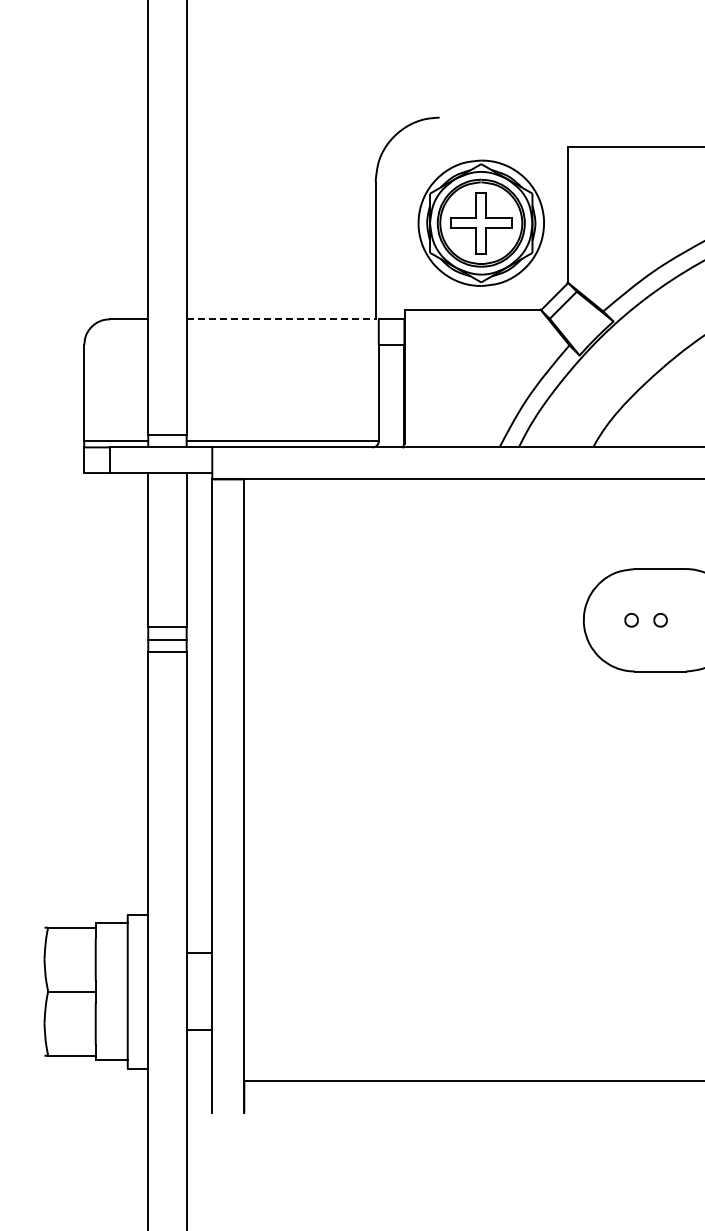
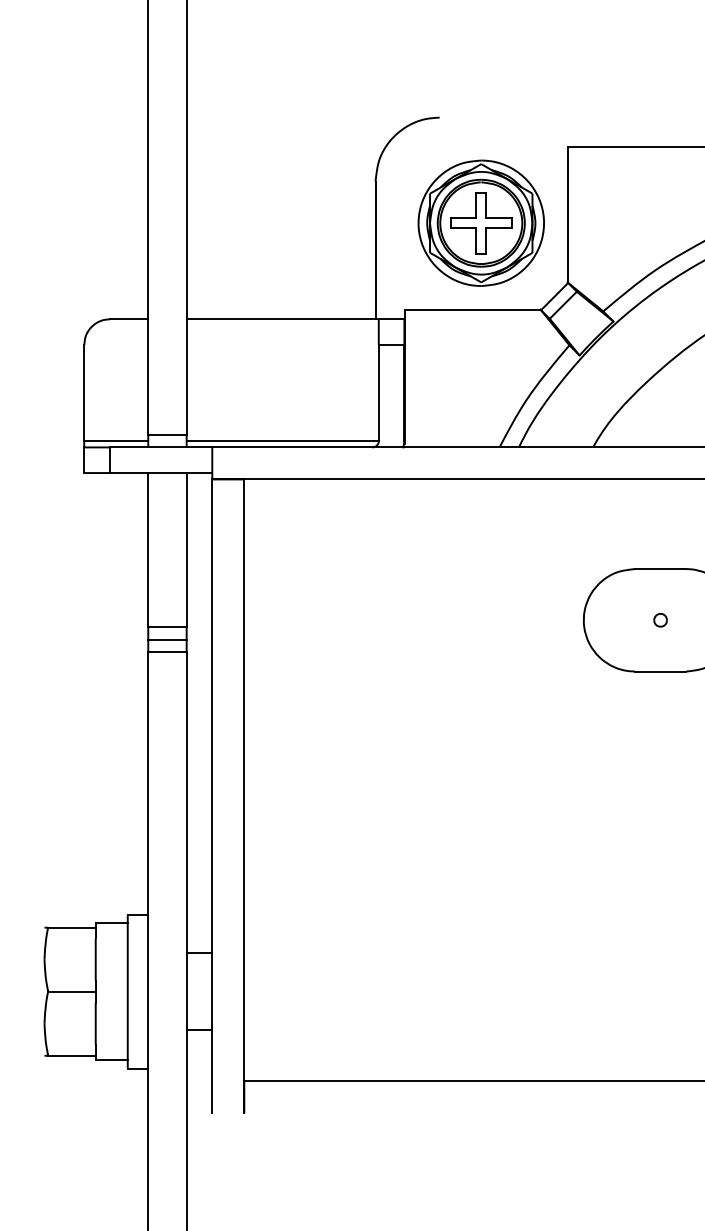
line at (281, 319): dashed -> solid
part at (631, 620): present -> none
